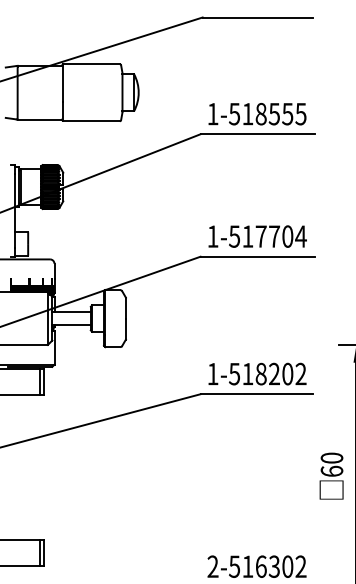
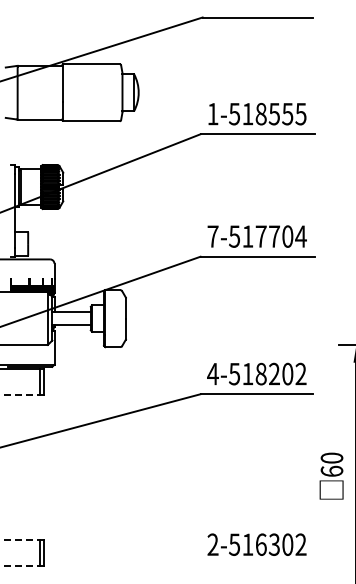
text at (212, 236): 1-517704 -> 7-517704
text at (212, 374): 1-518202 -> 4-518202
line at (20, 395): solid -> dashed
line at (20, 540): solid -> dashed
line at (20, 566): solid -> dashed
text at (256, 566) position: (256, 566) -> (256, 544)
